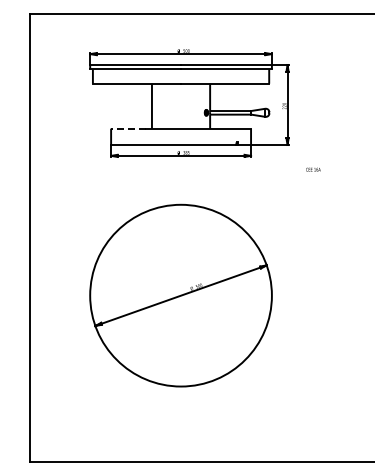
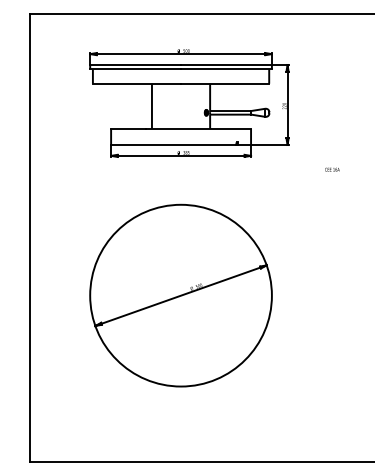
line at (128, 128): dashed -> solid
text at (313, 169) position: (313, 169) -> (332, 169)
